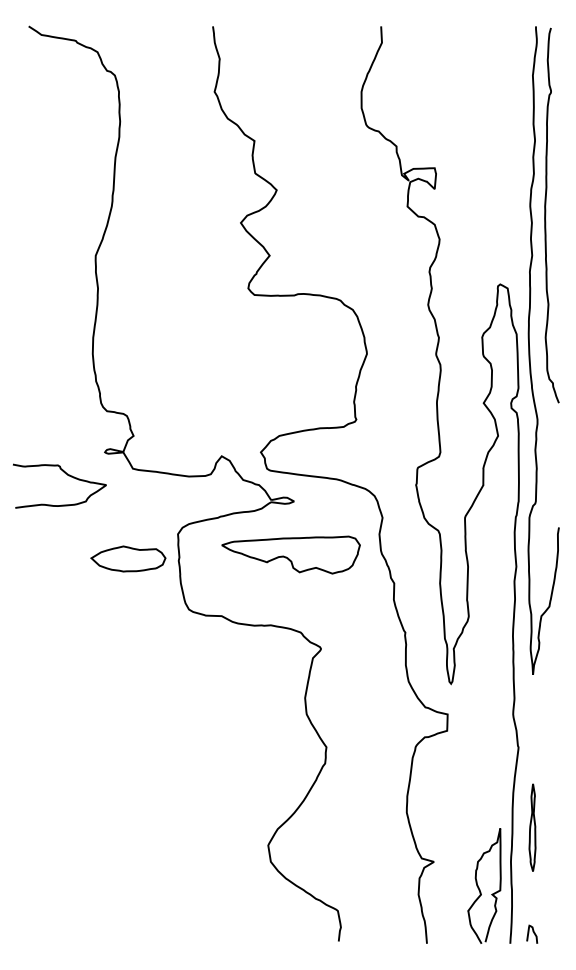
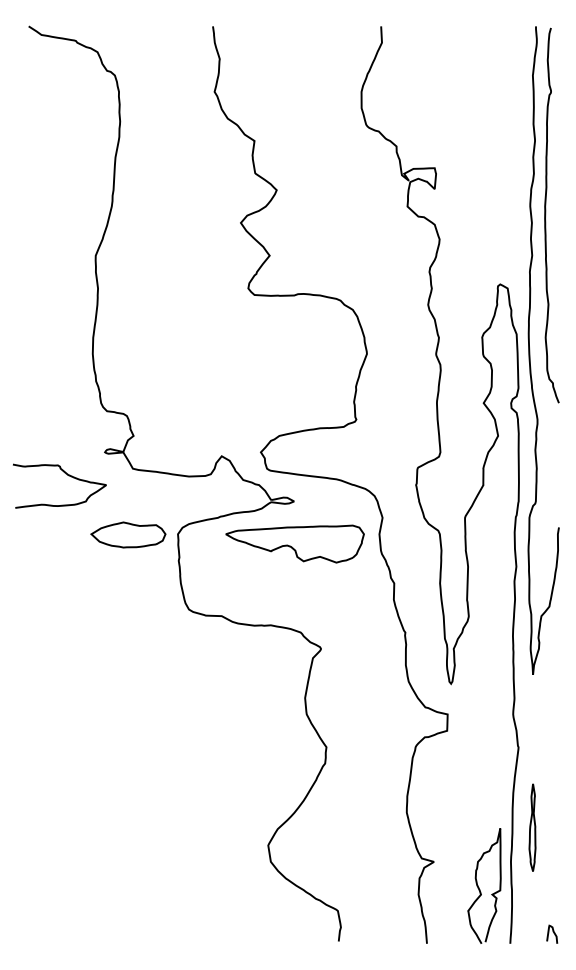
part at (290, 554) position: (290, 554) -> (294, 543)
part at (128, 558) position: (128, 558) -> (128, 534)
curve at (533, 933) position: (533, 933) -> (553, 933)
